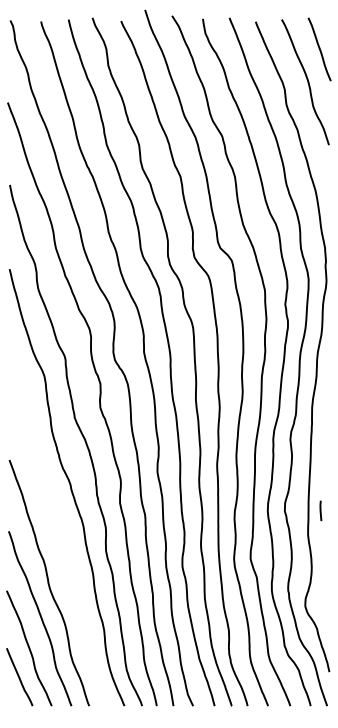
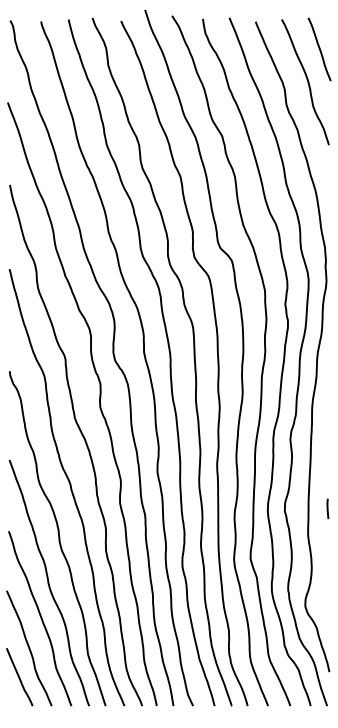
line at (320, 510) position: (320, 510) -> (327, 508)
curve at (58, 538): none -> present
